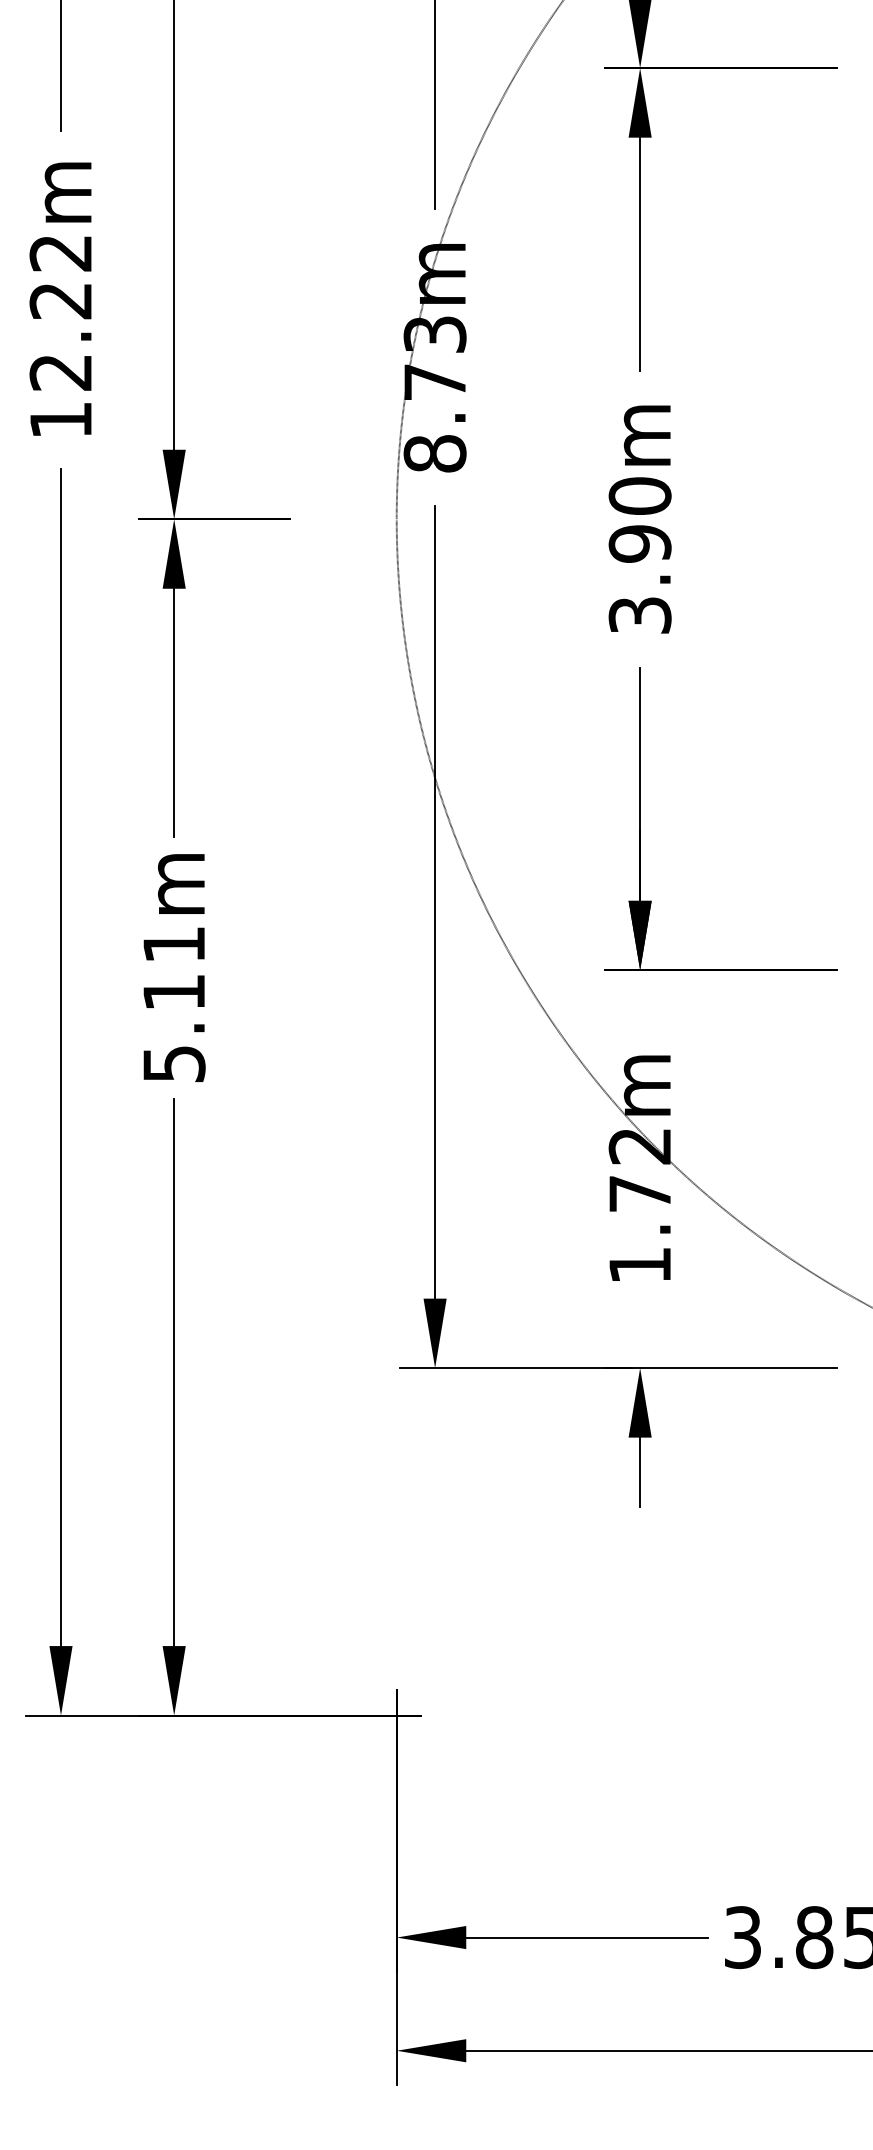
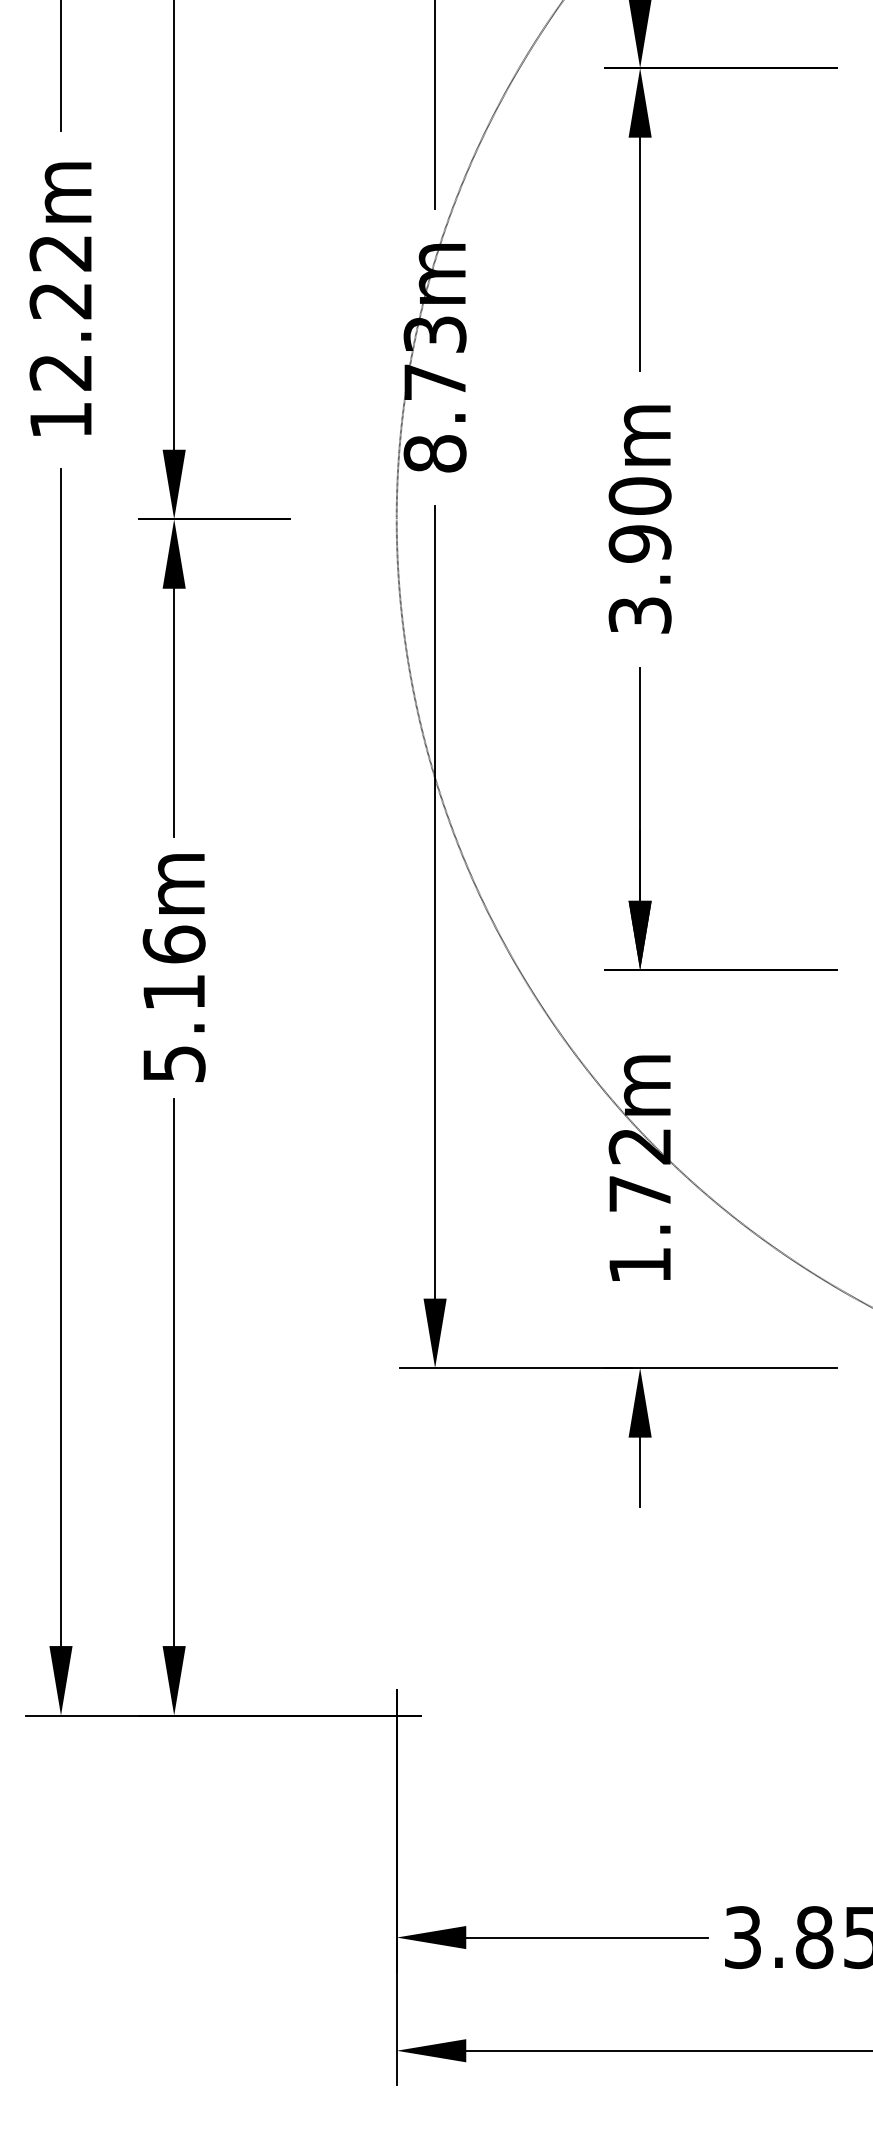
text at (173, 944): 5.11m -> 5.16m
